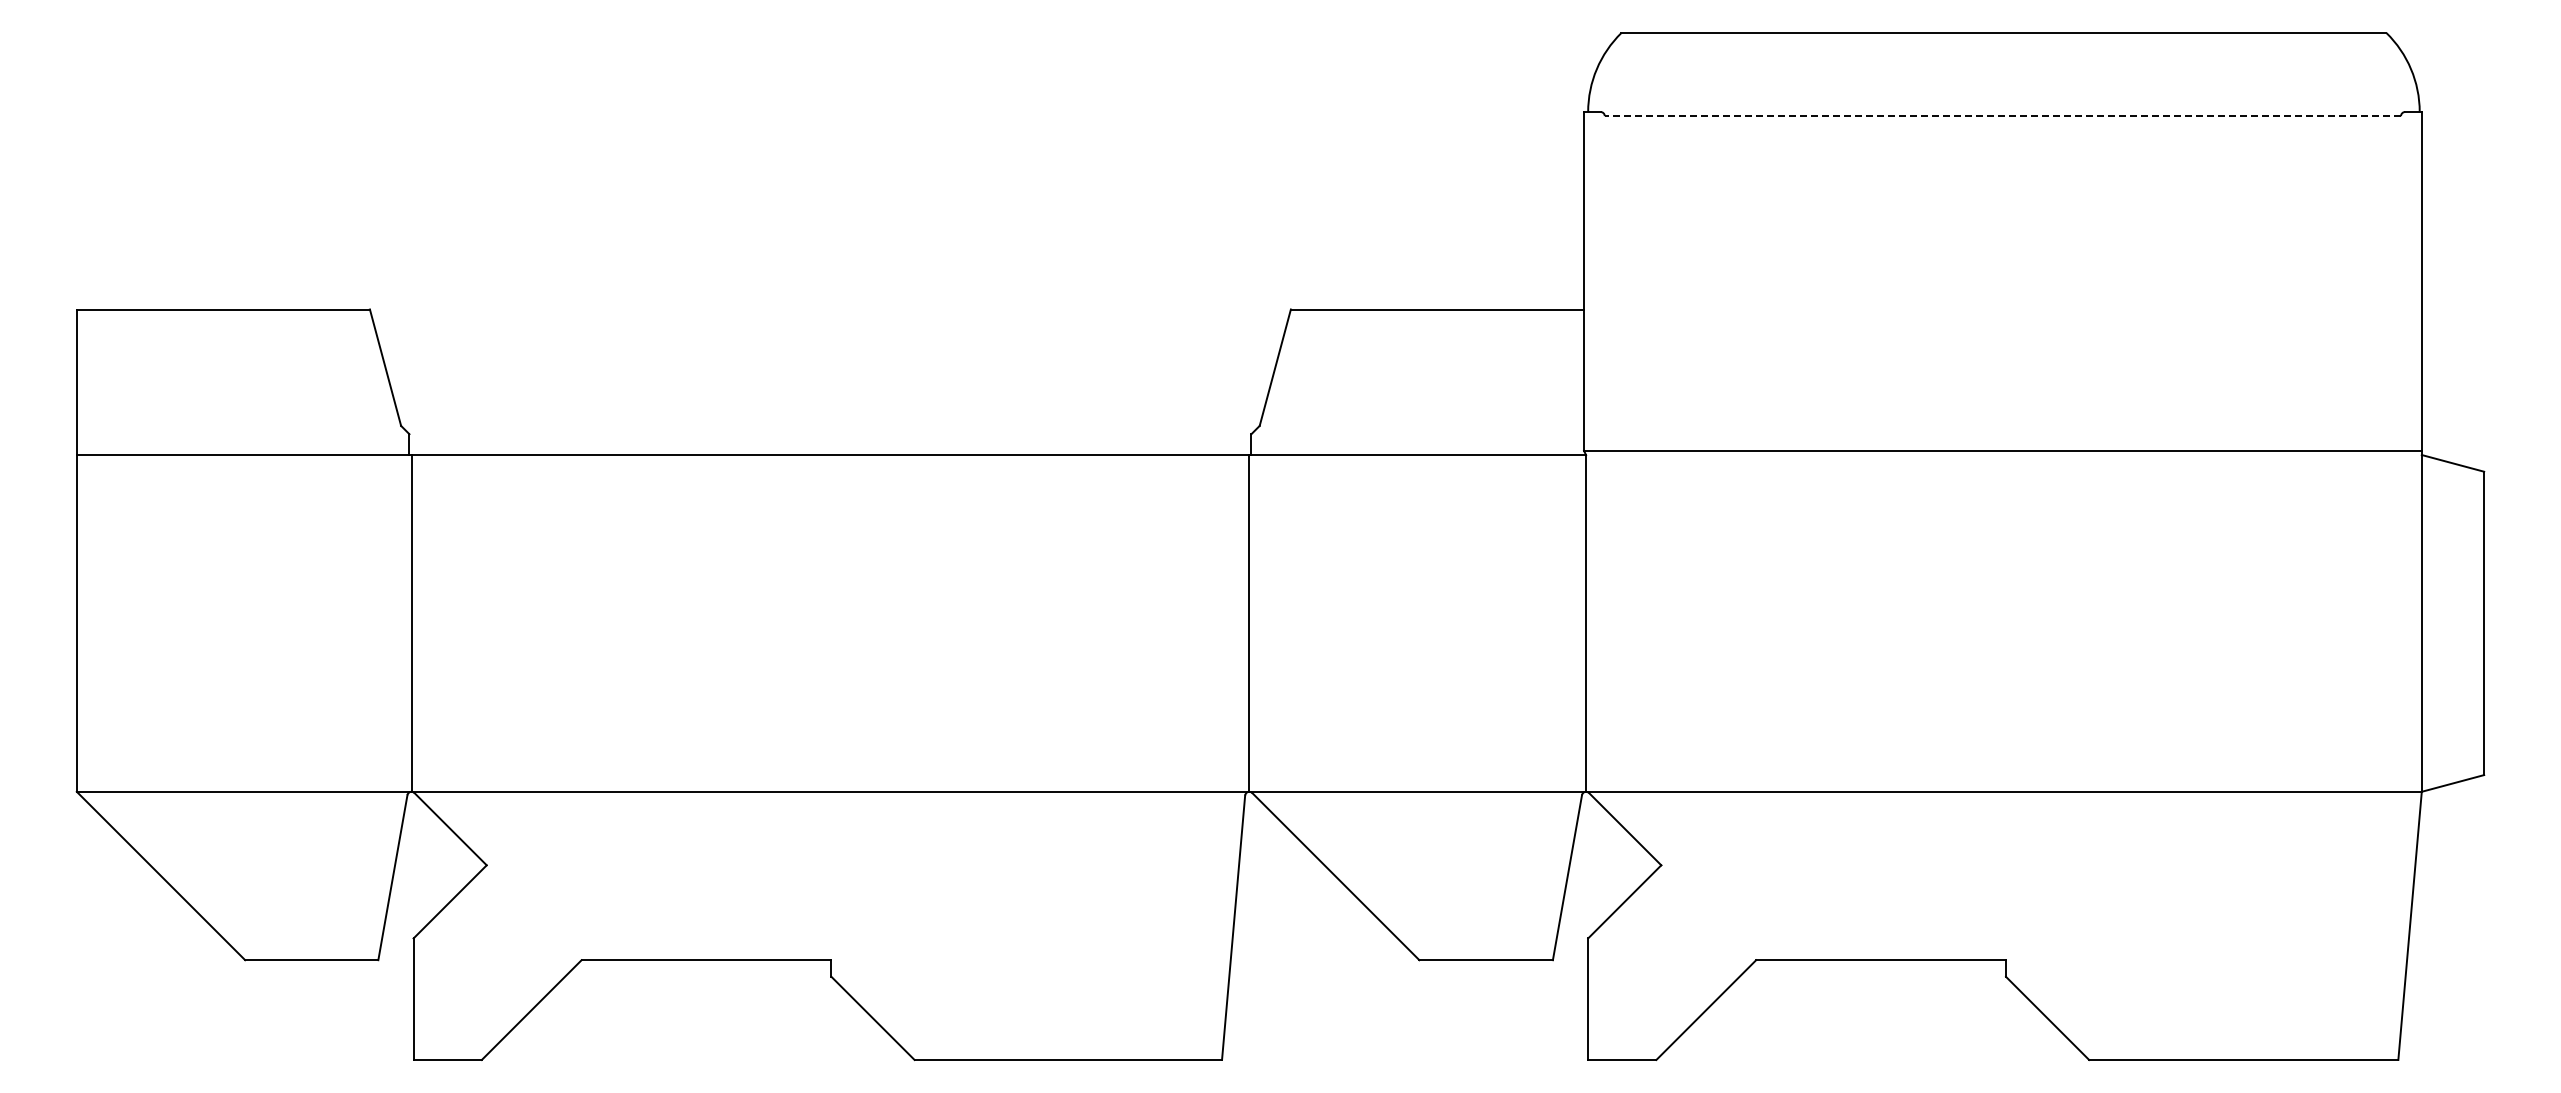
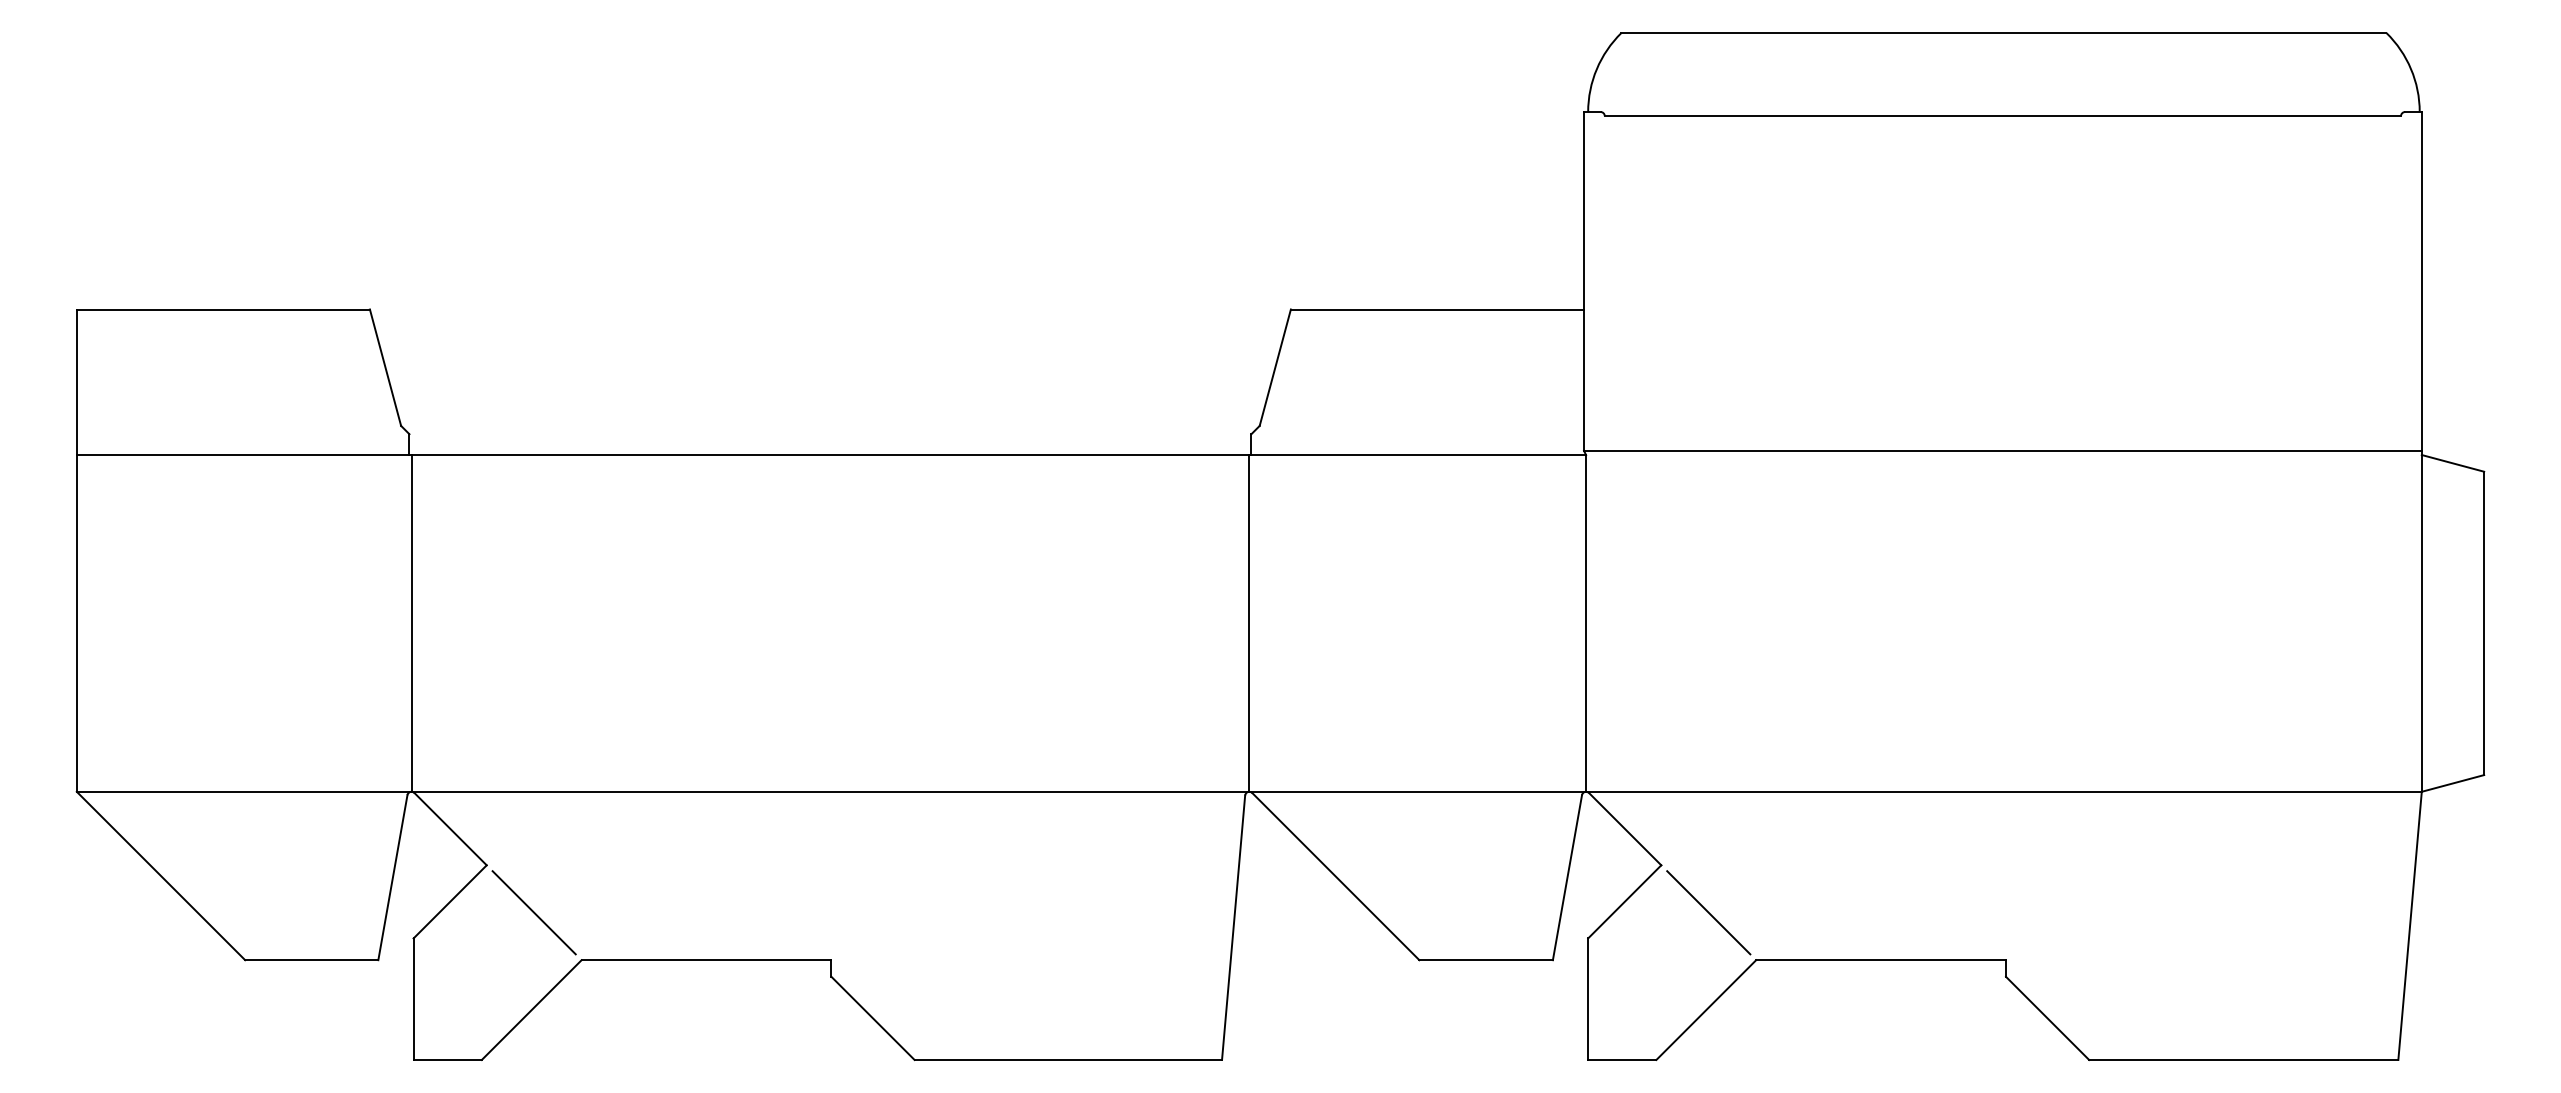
line at (2002, 116): dashed -> solid
line at (533, 912): none -> present
line at (1708, 912): none -> present
